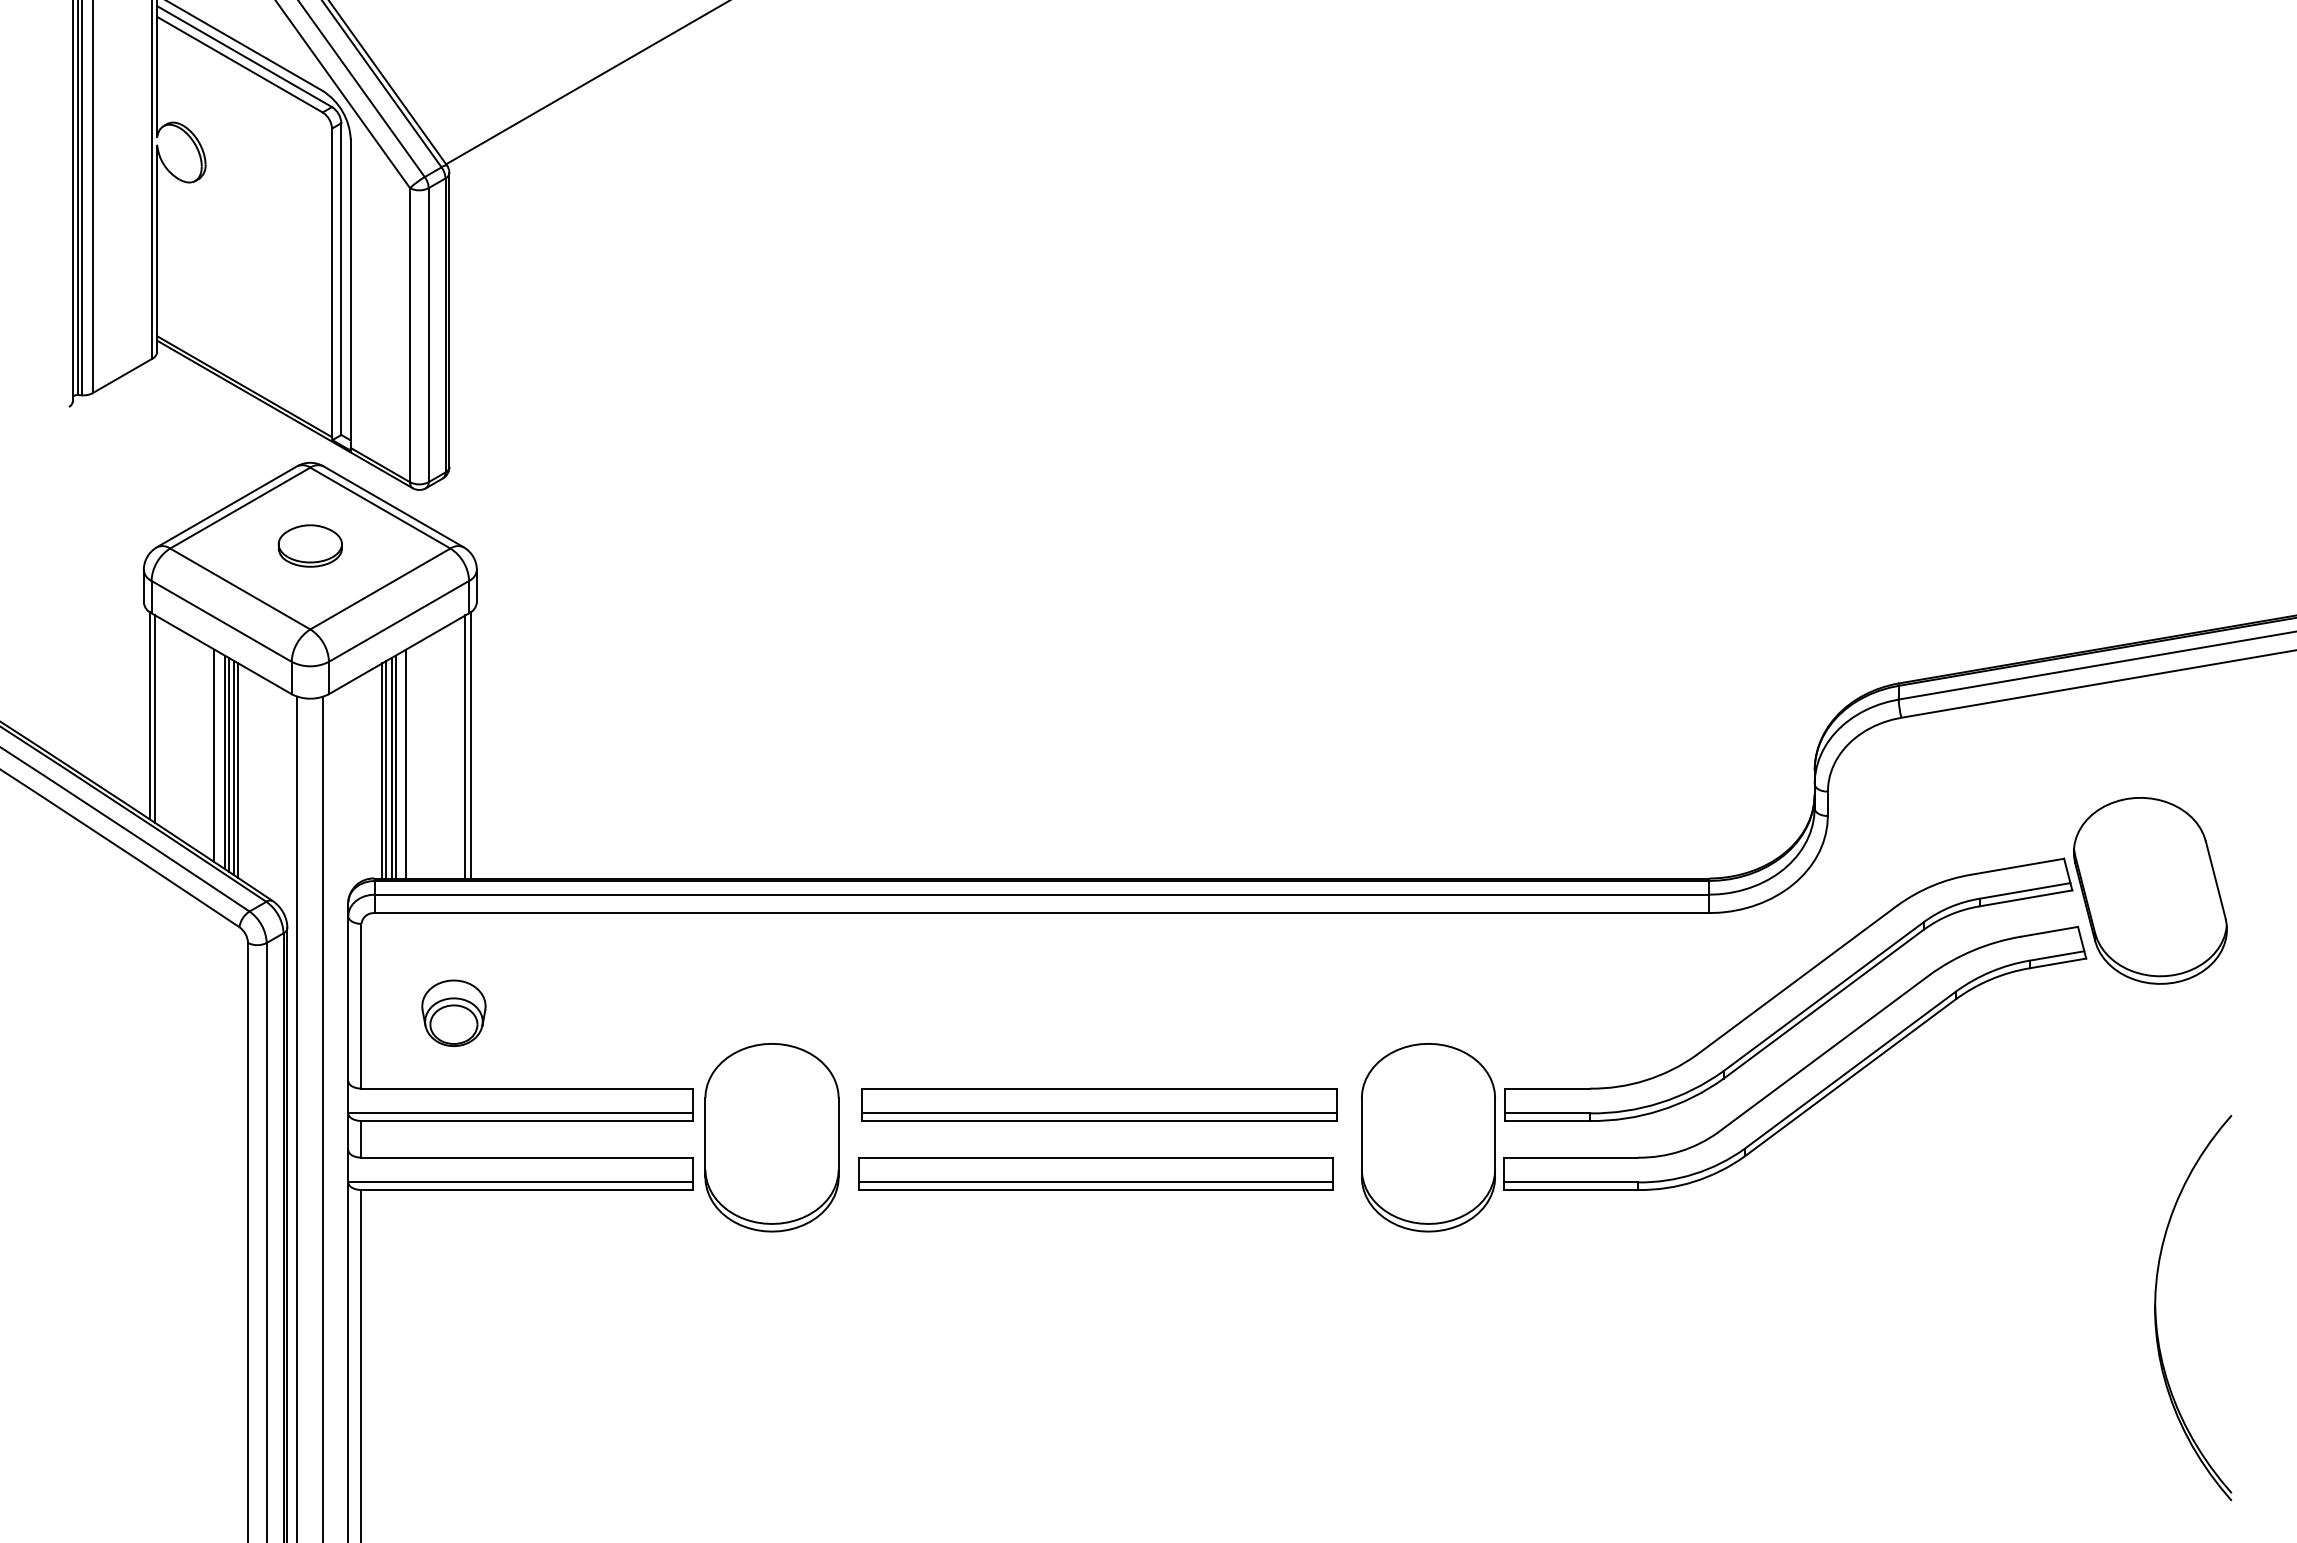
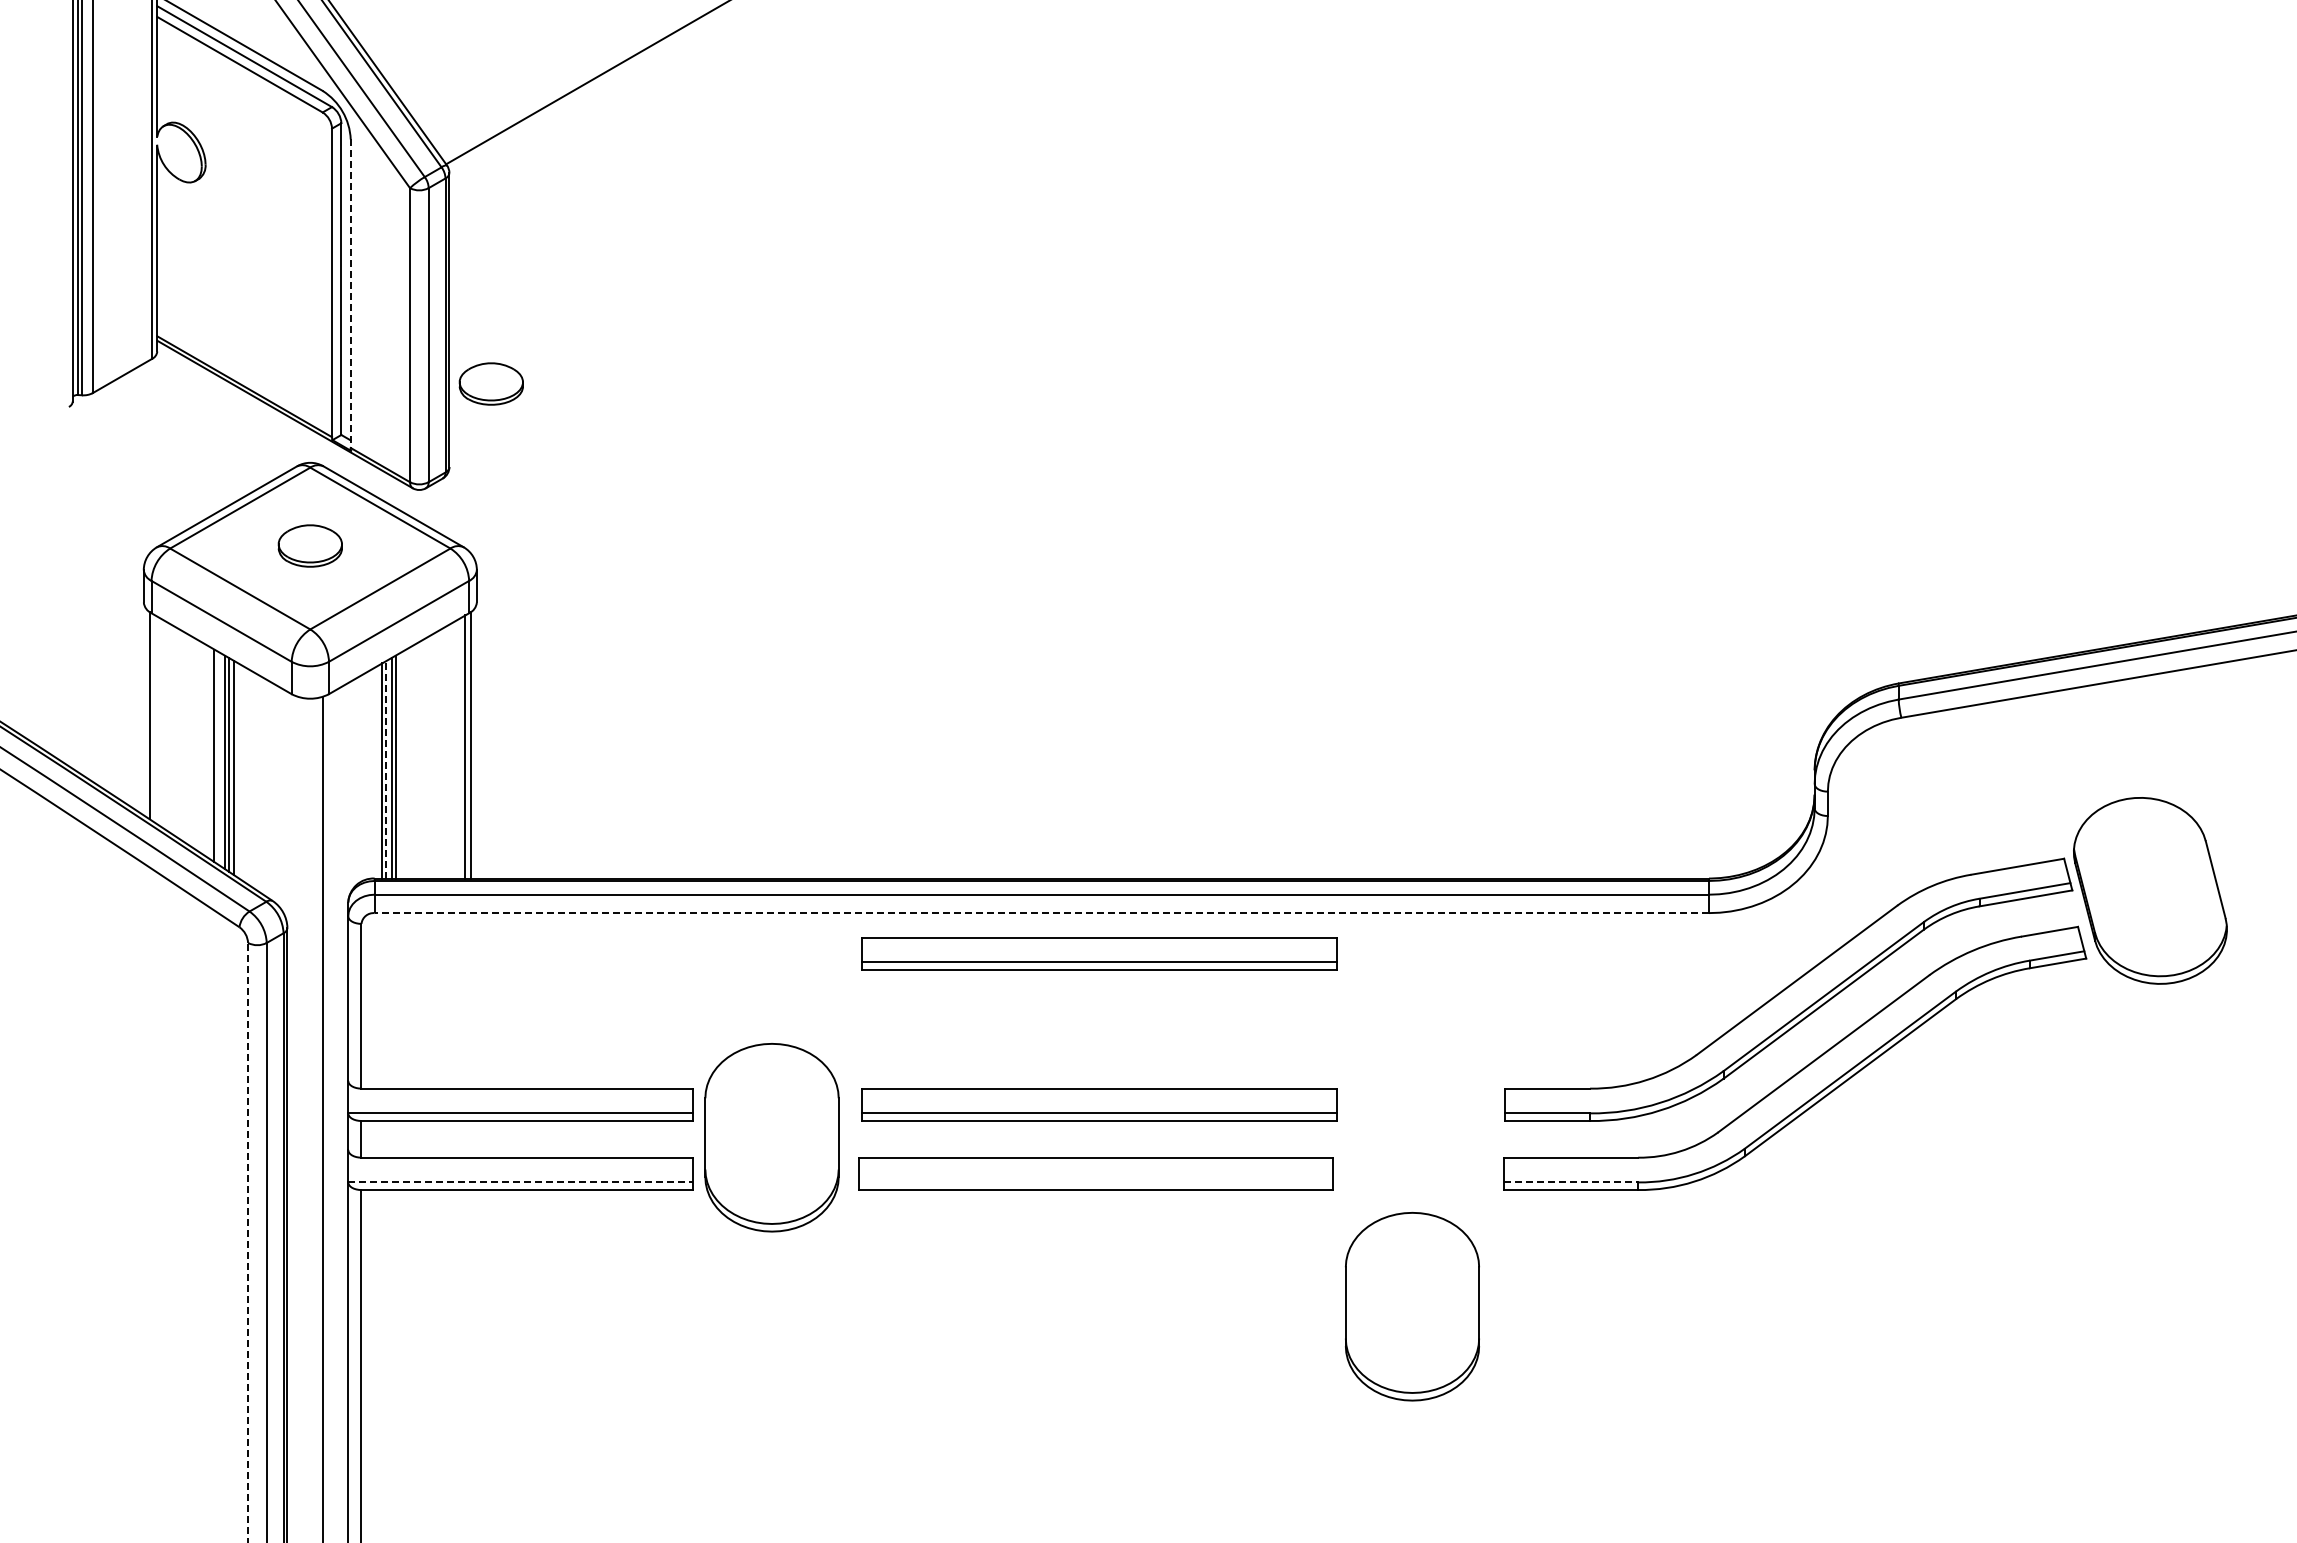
line at (350, 294): solid -> dashed
part at (490, 383): none -> present
line at (155, 718): present -> none
line at (406, 763): present -> none
line at (386, 769): solid -> dashed
line at (238, 770): present -> none
line at (1041, 913): solid -> dashed
part at (1099, 953): none -> present
part at (453, 1012): present -> none
line at (297, 1117): present -> none
part at (1428, 1137) position: (1428, 1137) -> (1412, 1306)
line at (521, 1182): solid -> dashed
line at (1095, 1182): present -> none
line at (1571, 1182): solid -> dashed
line at (248, 1242): solid -> dashed
part at (2156, 1308): present -> none
